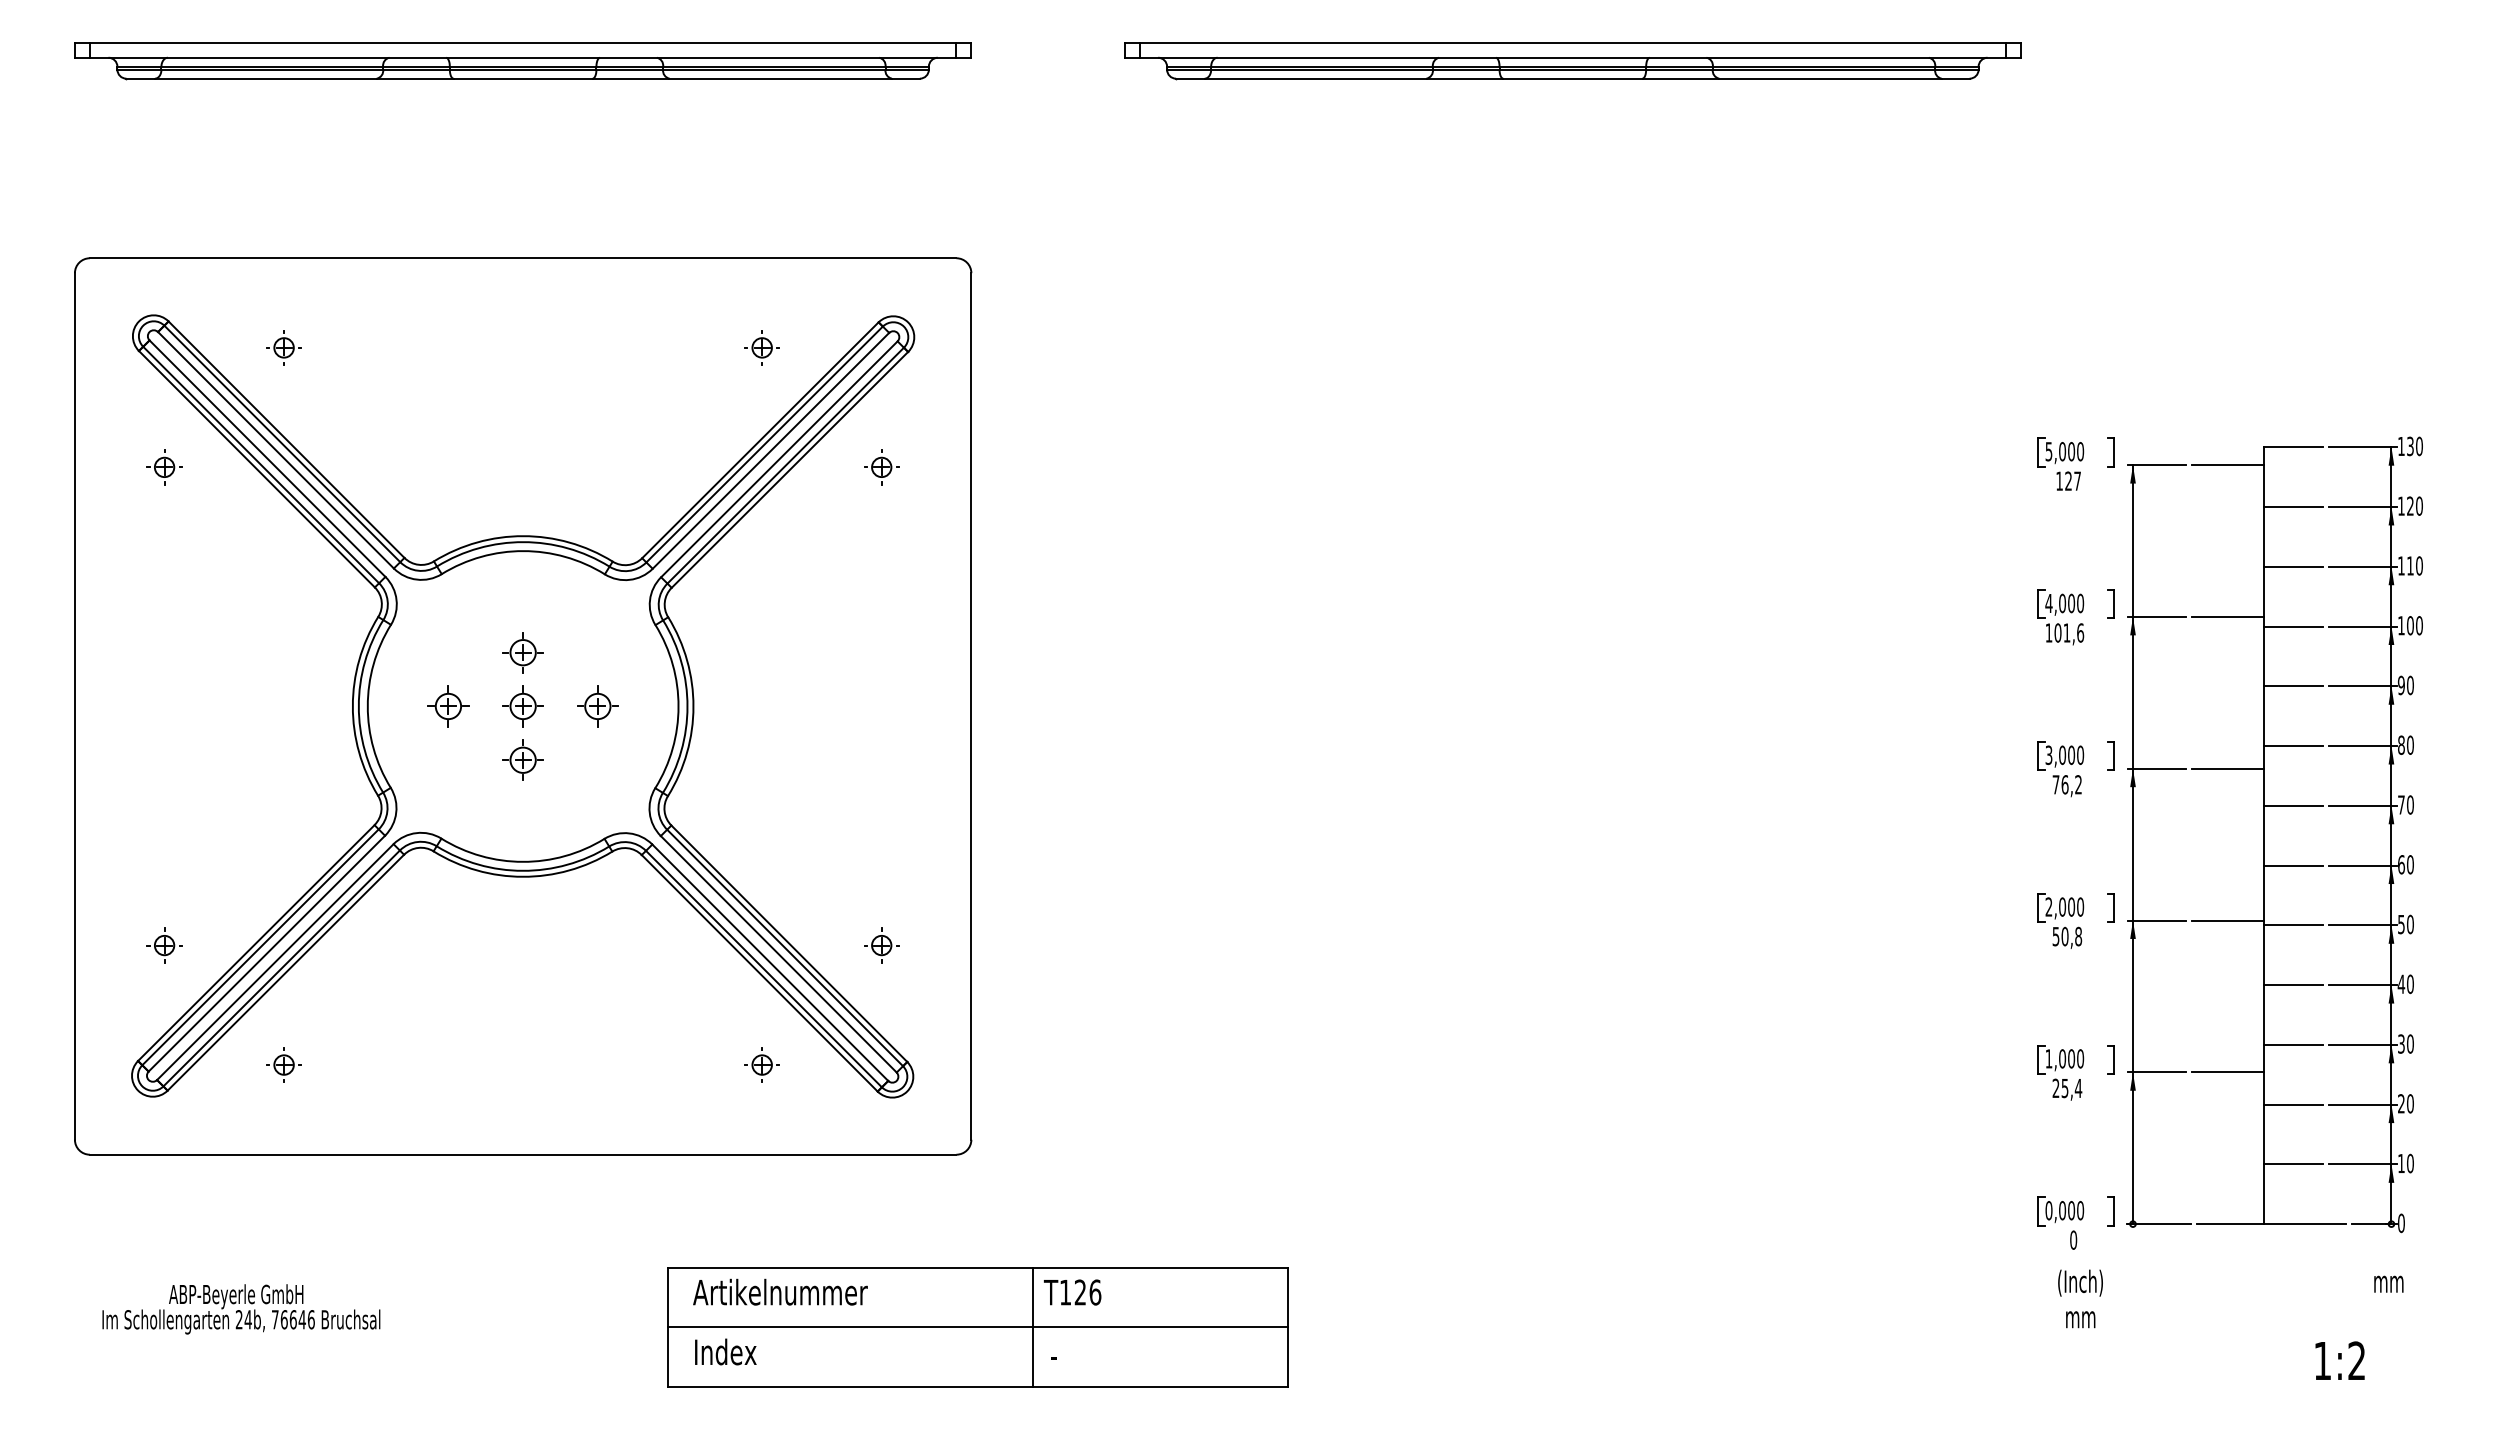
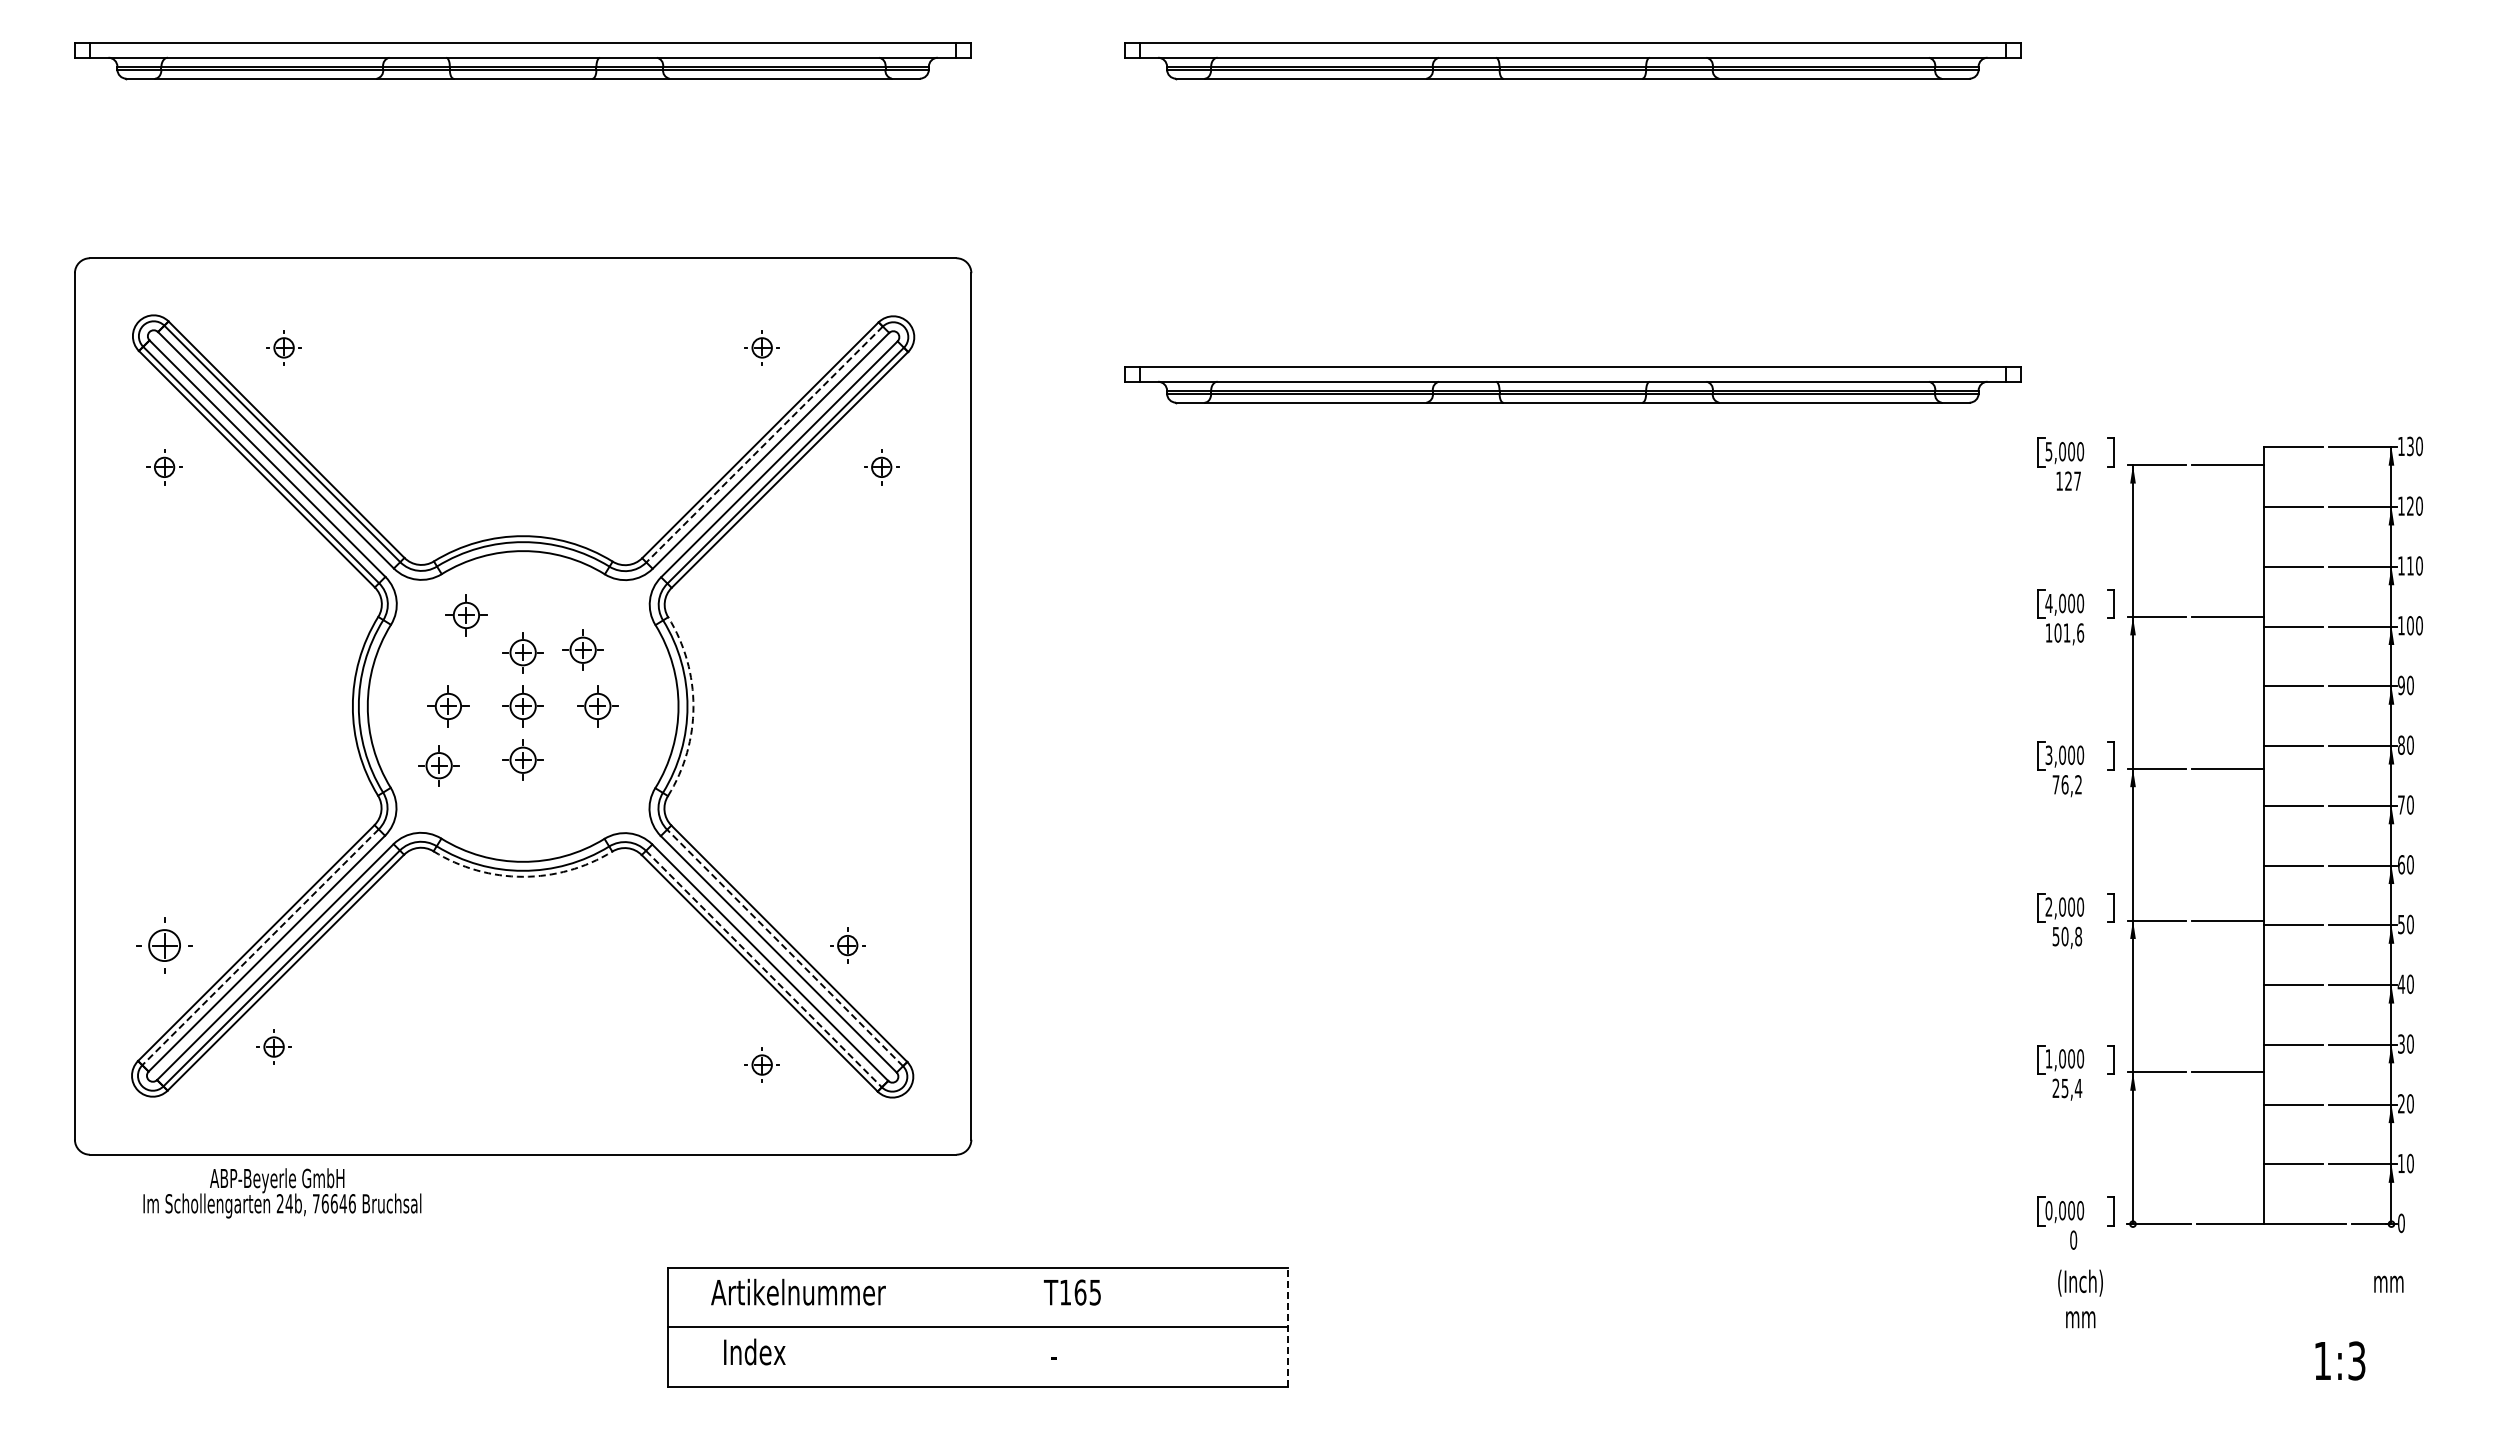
part at (1572, 385): none -> present
line at (764, 444): solid -> dashed
part at (466, 615): none -> present
part at (582, 649): none -> present
arc at (693, 706): solid -> dashed
part at (438, 765): none -> present
arc at (522, 876): solid -> dashed
part at (164, 945) size: 37x37 px -> 57x57 px
part at (881, 945) position: (881, 945) -> (847, 945)
line at (260, 947): solid -> dashed
line at (784, 947): solid -> dashed
line at (763, 969): solid -> dashed
part at (283, 1064) position: (283, 1064) -> (273, 1046)
text at (780, 1291) position: (780, 1291) -> (798, 1291)
text at (1087, 1292): T126 -> T165
text at (241, 1309) position: (241, 1309) -> (282, 1193)
line at (1032, 1327): present -> none
line at (1288, 1327): solid -> dashed
text at (725, 1351) position: (725, 1351) -> (754, 1351)
text at (2356, 1360): 1:2 -> 1:3
